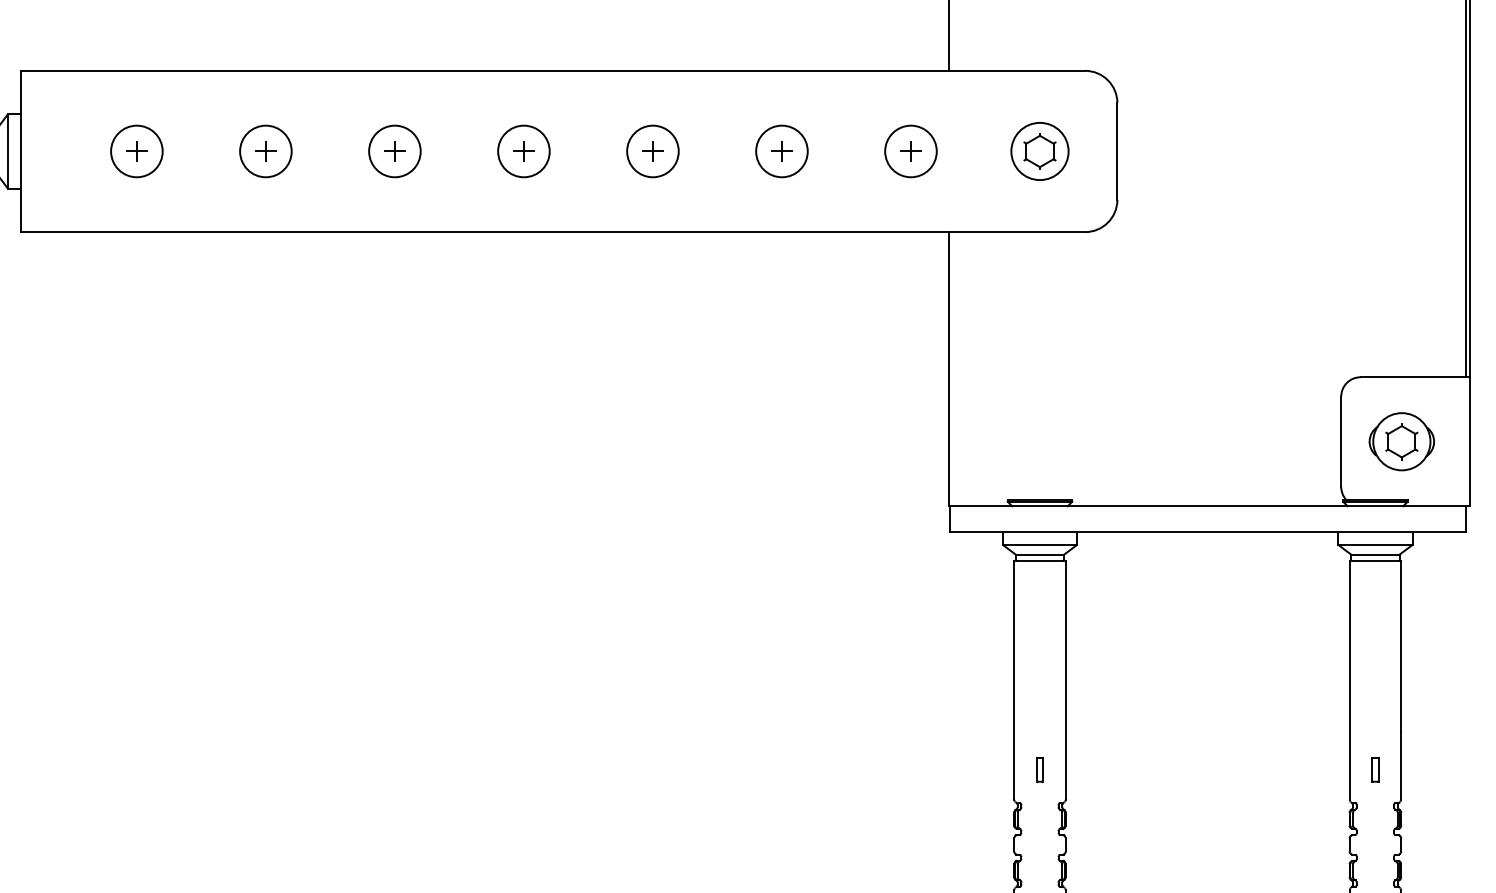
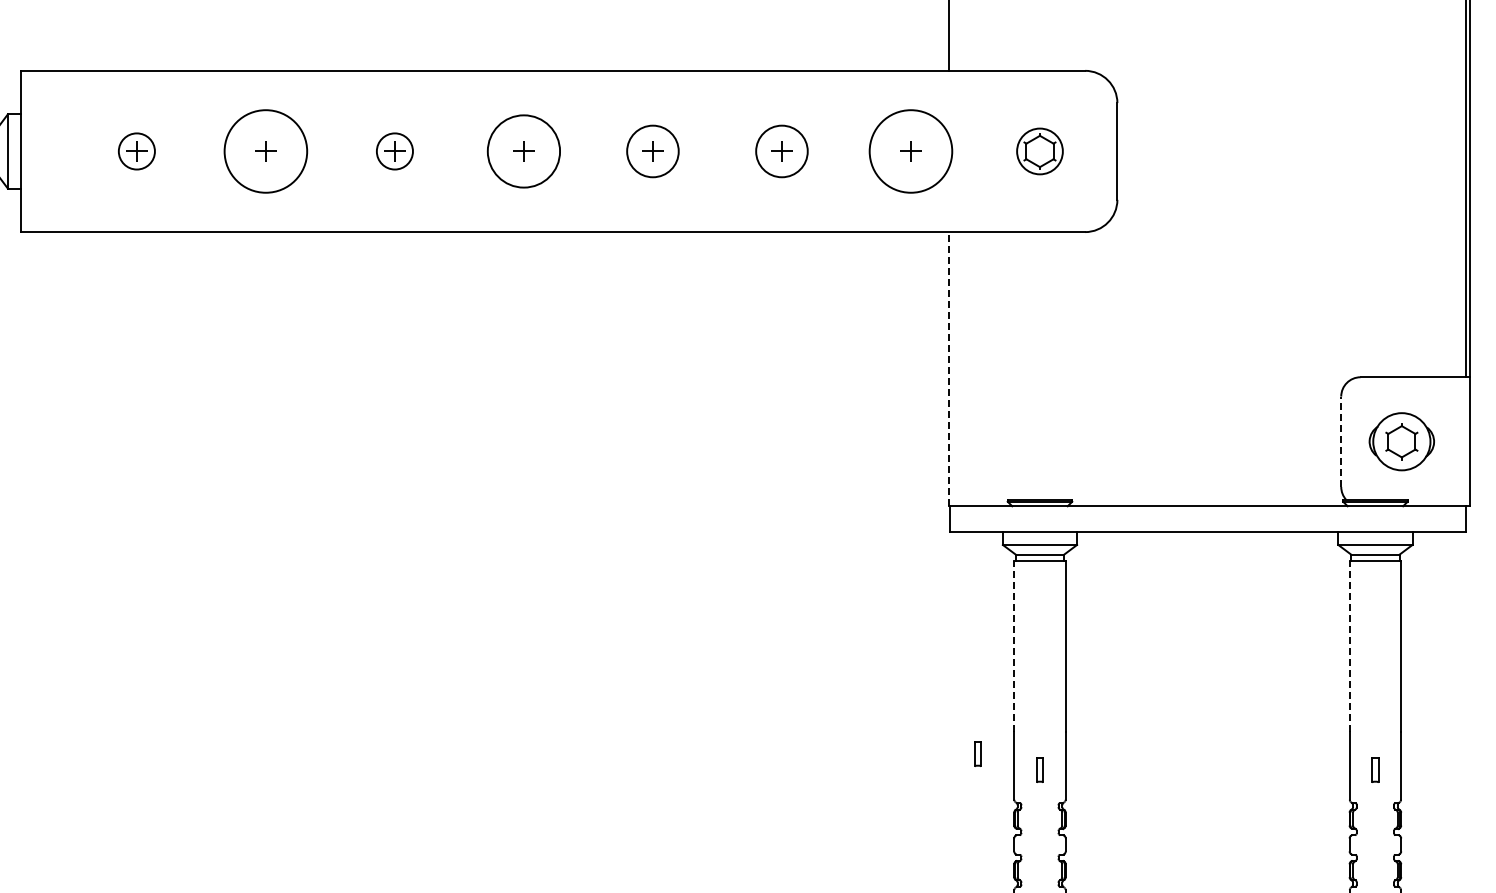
circle at (136, 151) diameter: 52 px -> 36 px
circle at (265, 151) diameter: 52 px -> 83 px
circle at (394, 151) diameter: 52 px -> 36 px
circle at (523, 151) diameter: 52 px -> 72 px
circle at (910, 151) diameter: 52 px -> 83 px
circle at (1039, 151) diameter: 57 px -> 46 px
line at (949, 368): solid -> dashed
line at (1341, 441): solid -> dashed
line at (1014, 646): solid -> dashed
line at (1349, 646): solid -> dashed
part at (977, 753): none -> present
